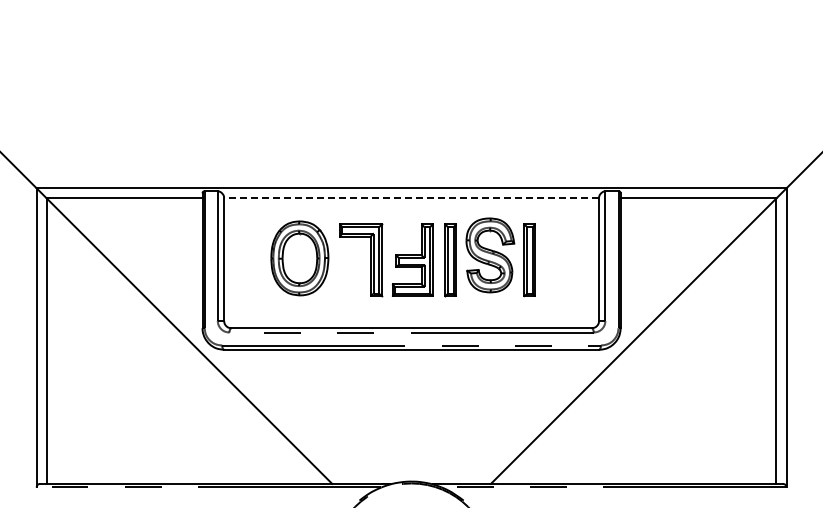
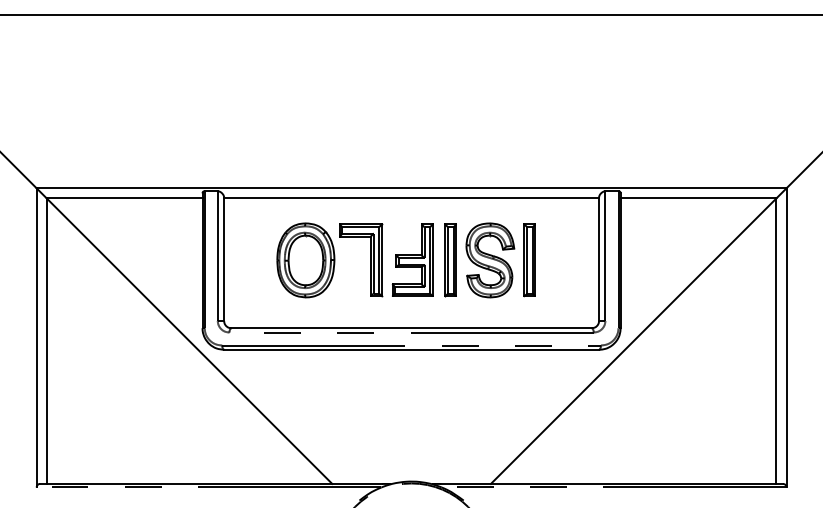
line at (410, 15): none -> present
line at (411, 198): dashed -> solid
part at (490, 255) position: (490, 255) -> (490, 260)
part at (299, 258) position: (299, 258) -> (305, 260)
